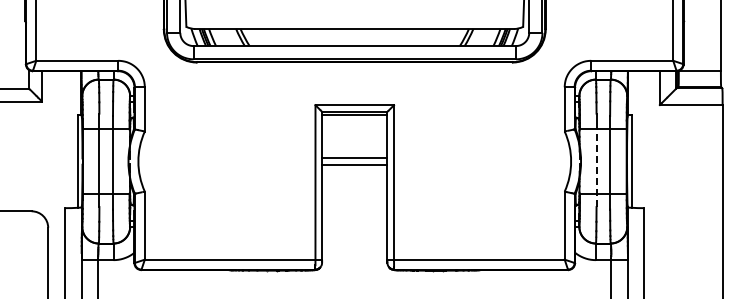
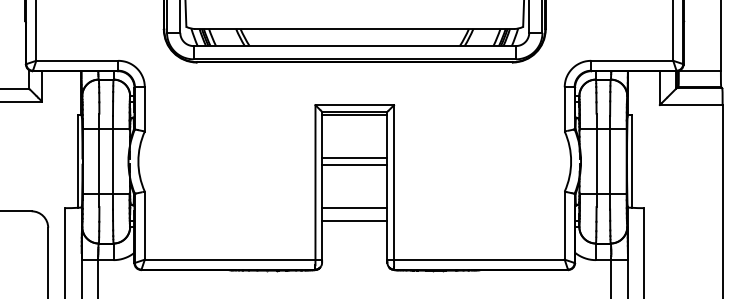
line at (596, 168): dashed -> solid
line at (354, 207): none -> present
line at (354, 220): none -> present
